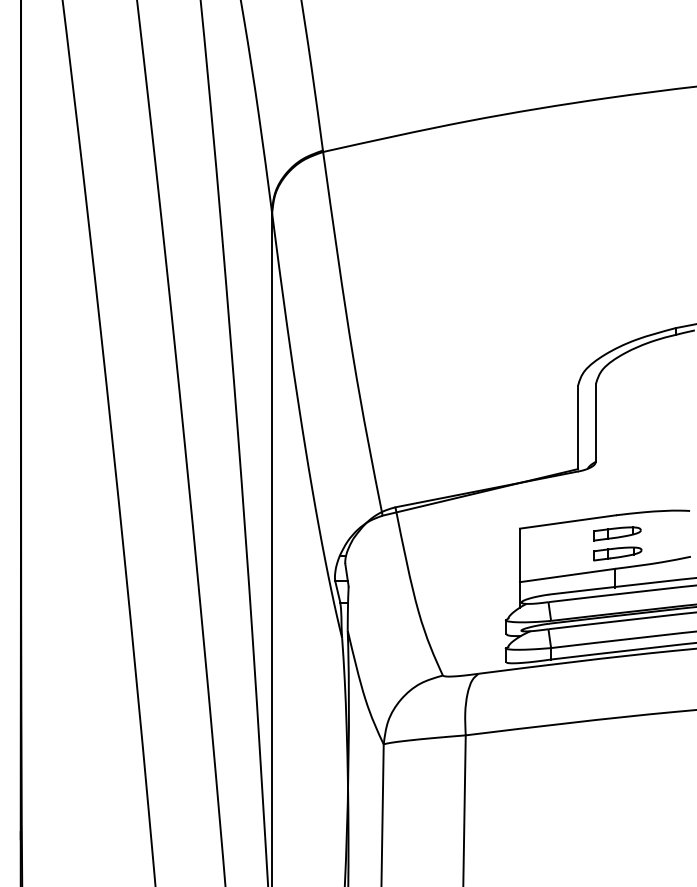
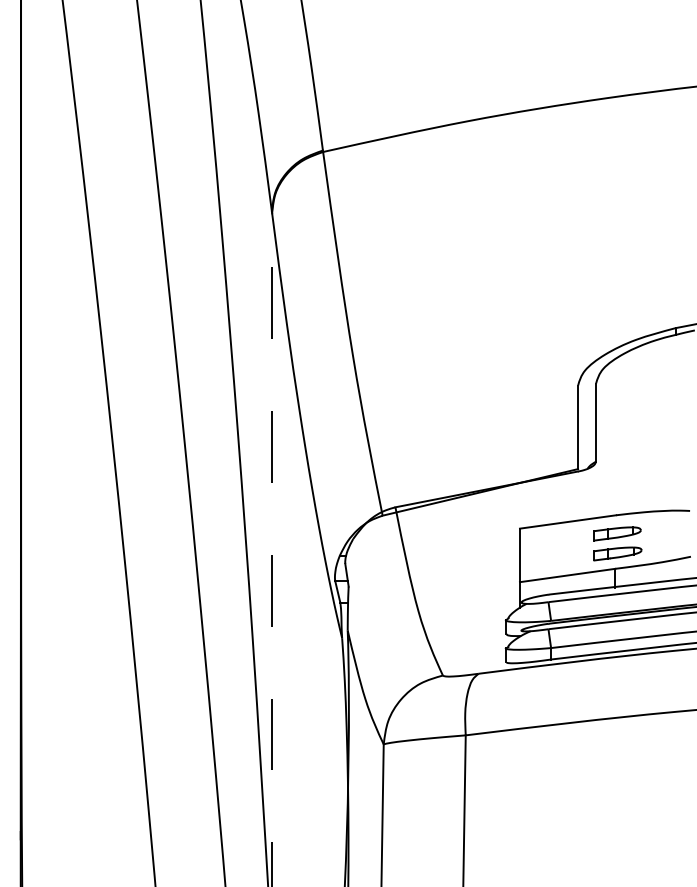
line at (271, 548): solid -> dashed
